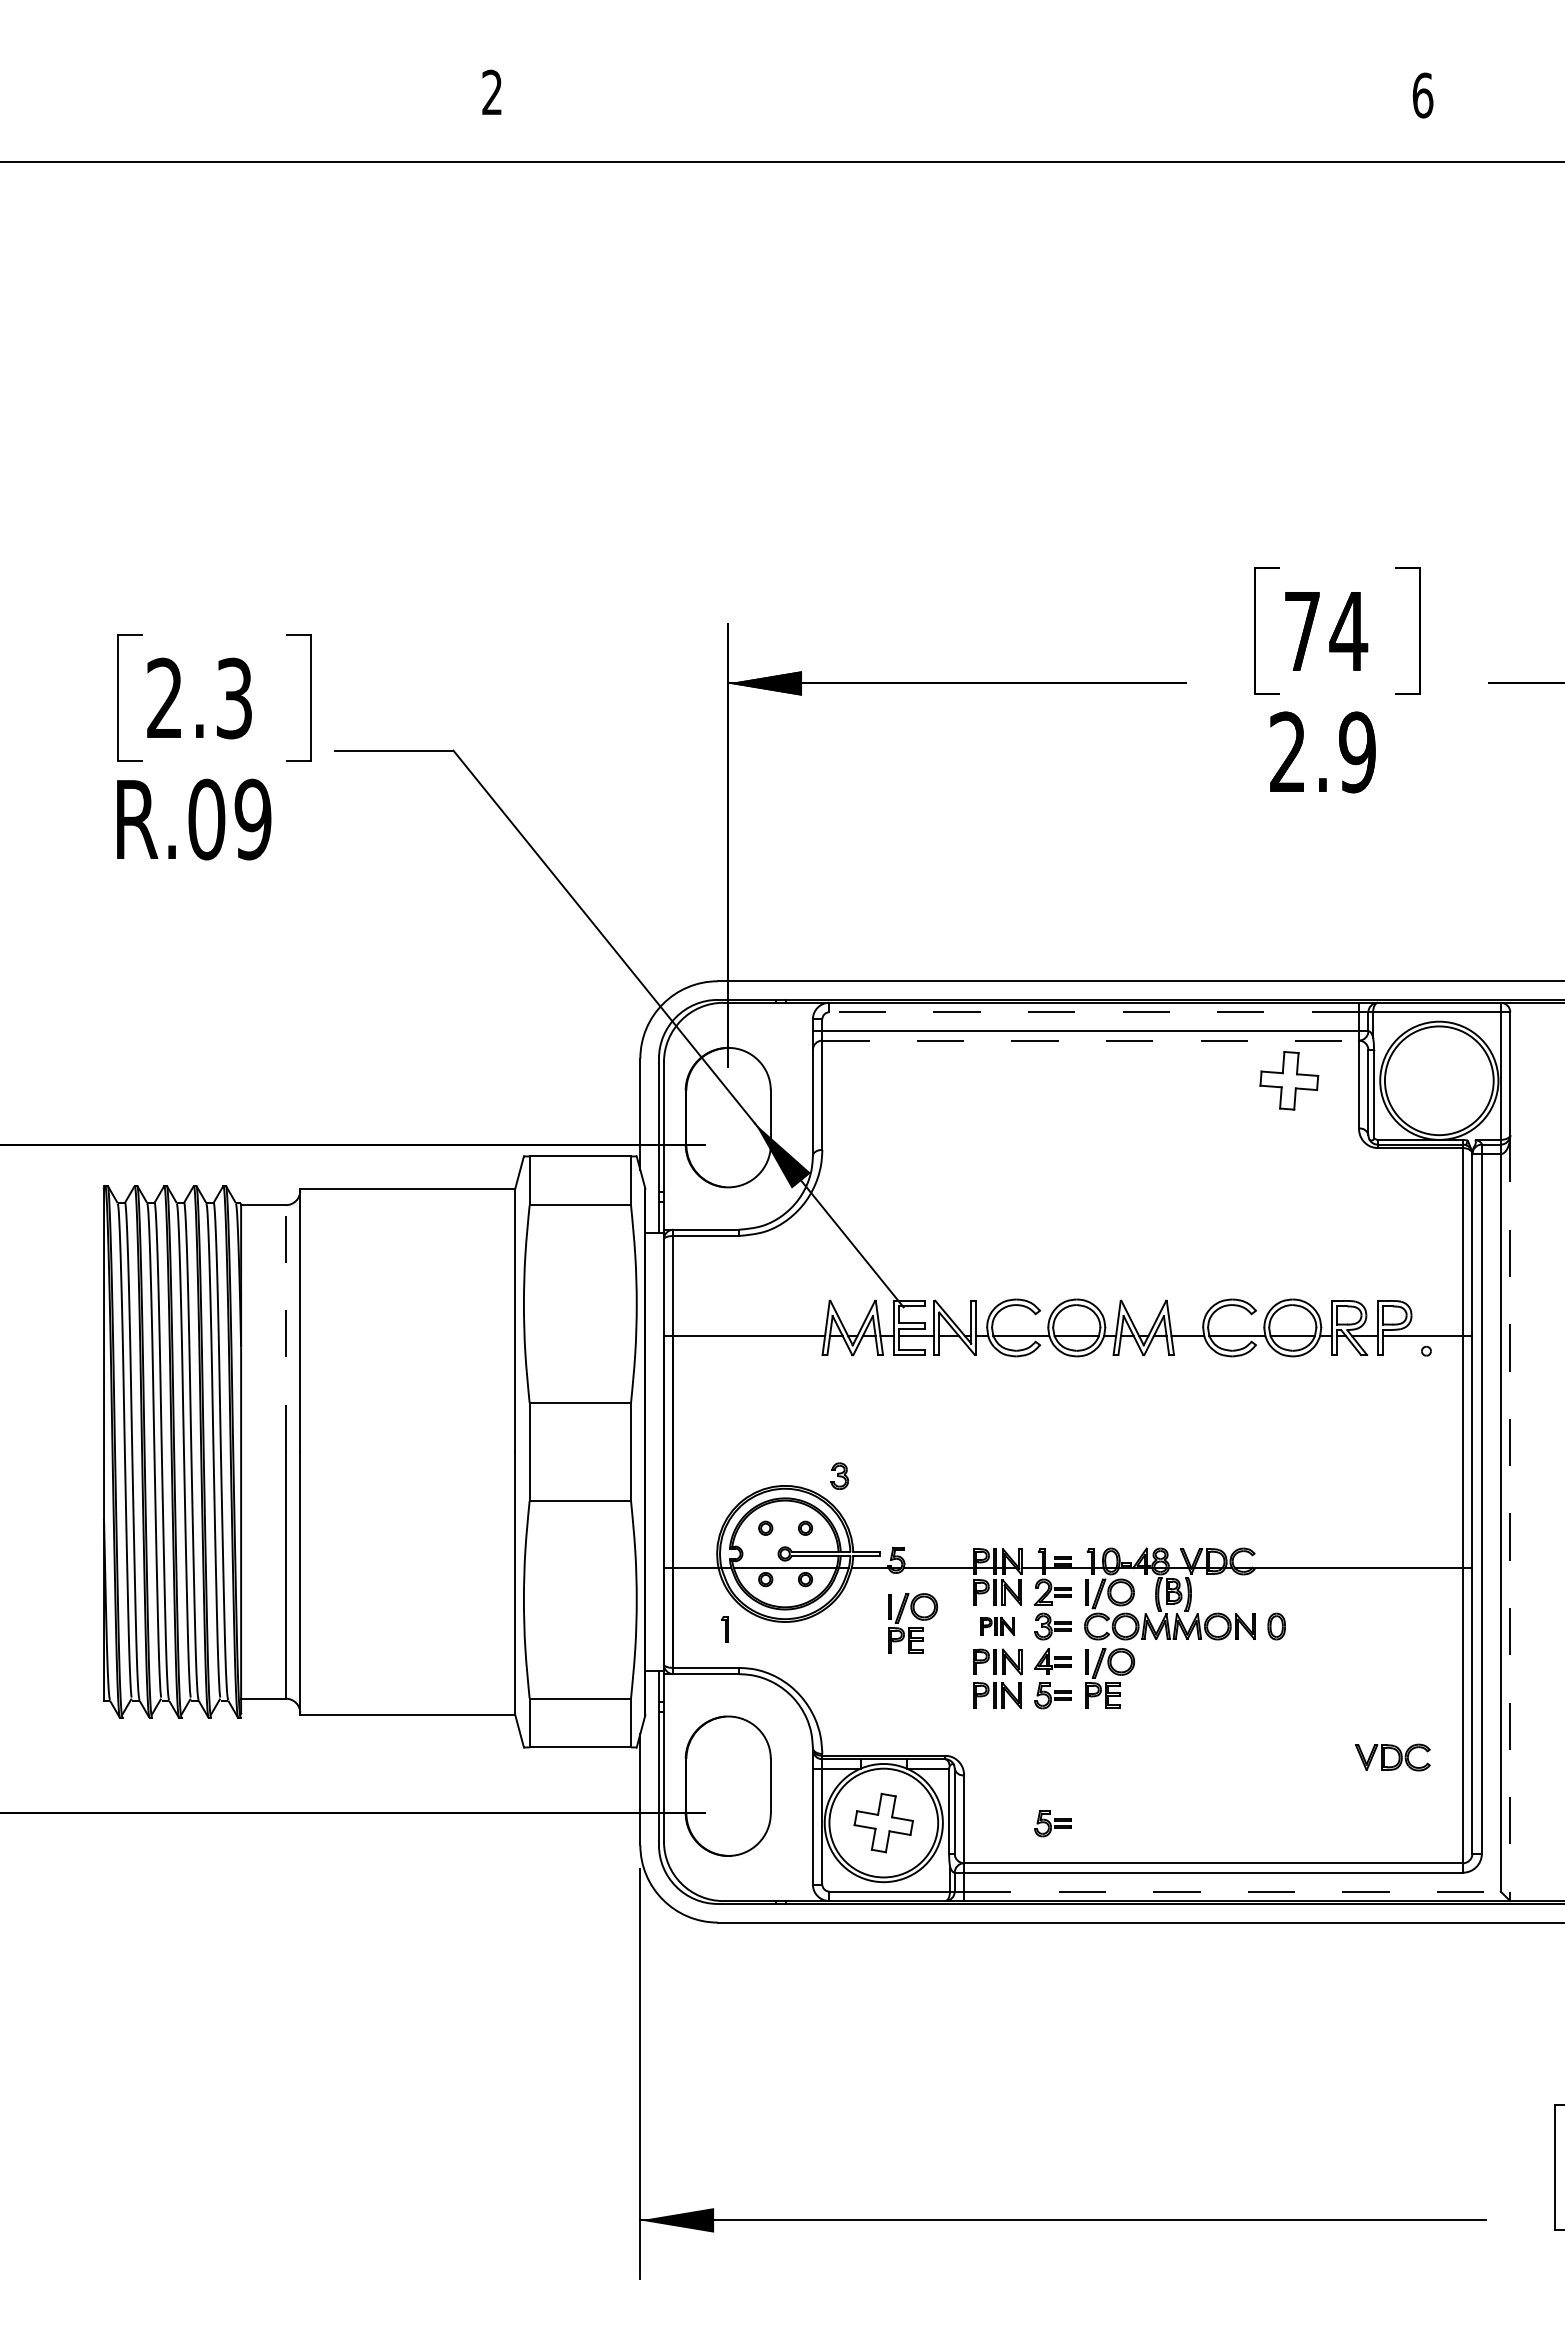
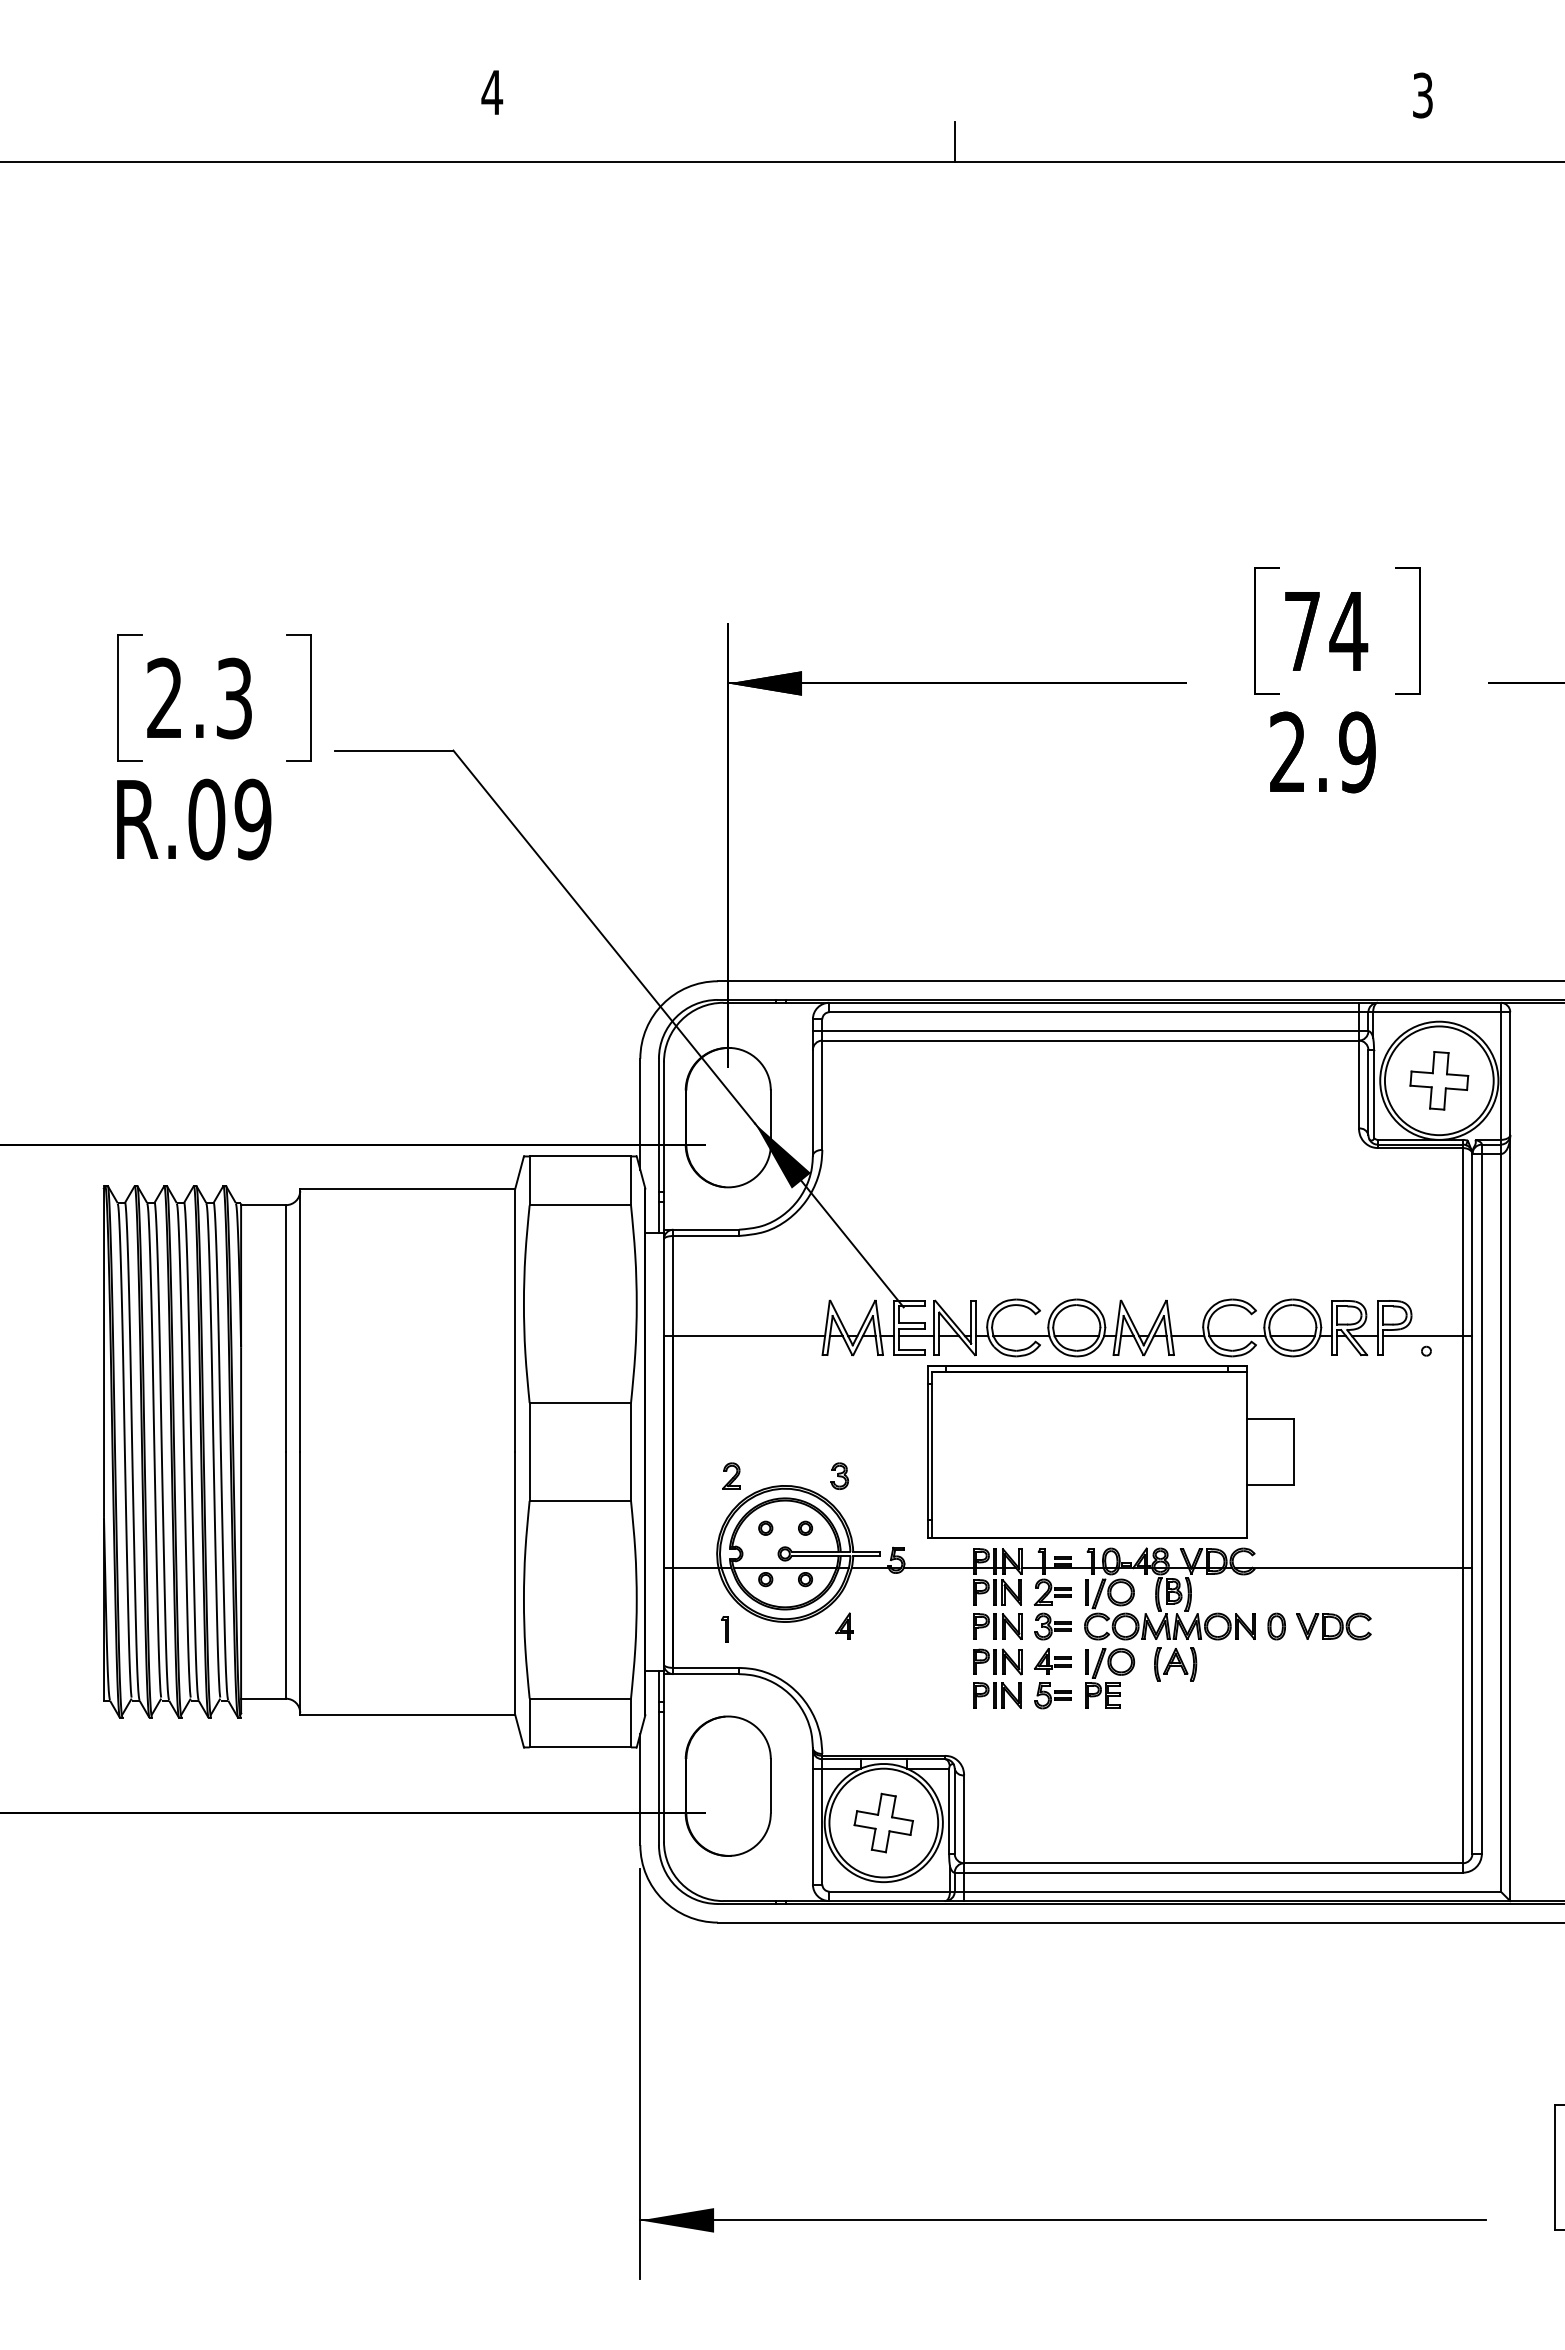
text at (492, 91): 2 -> 4
text at (1422, 95): 6 -> 3
line at (954, 141): none -> present
line at (1094, 1012): dashed -> solid
line at (1091, 1040): dashed -> solid
part at (1289, 1080) position: (1289, 1080) -> (1439, 1080)
line at (286, 1328): dashed -> solid
part at (1110, 1451): none -> present
part at (731, 1475): none -> present
line at (1510, 1518): dashed -> solid
part at (913, 1623): present -> none
part at (844, 1625): none -> present
part at (997, 1626) size: 36x21 px -> 50x27 px
part at (1175, 1664): none -> present
part at (1392, 1757) position: (1392, 1757) -> (1333, 1626)
part at (1052, 1823): present -> none
line at (1232, 1891): dashed -> solid
